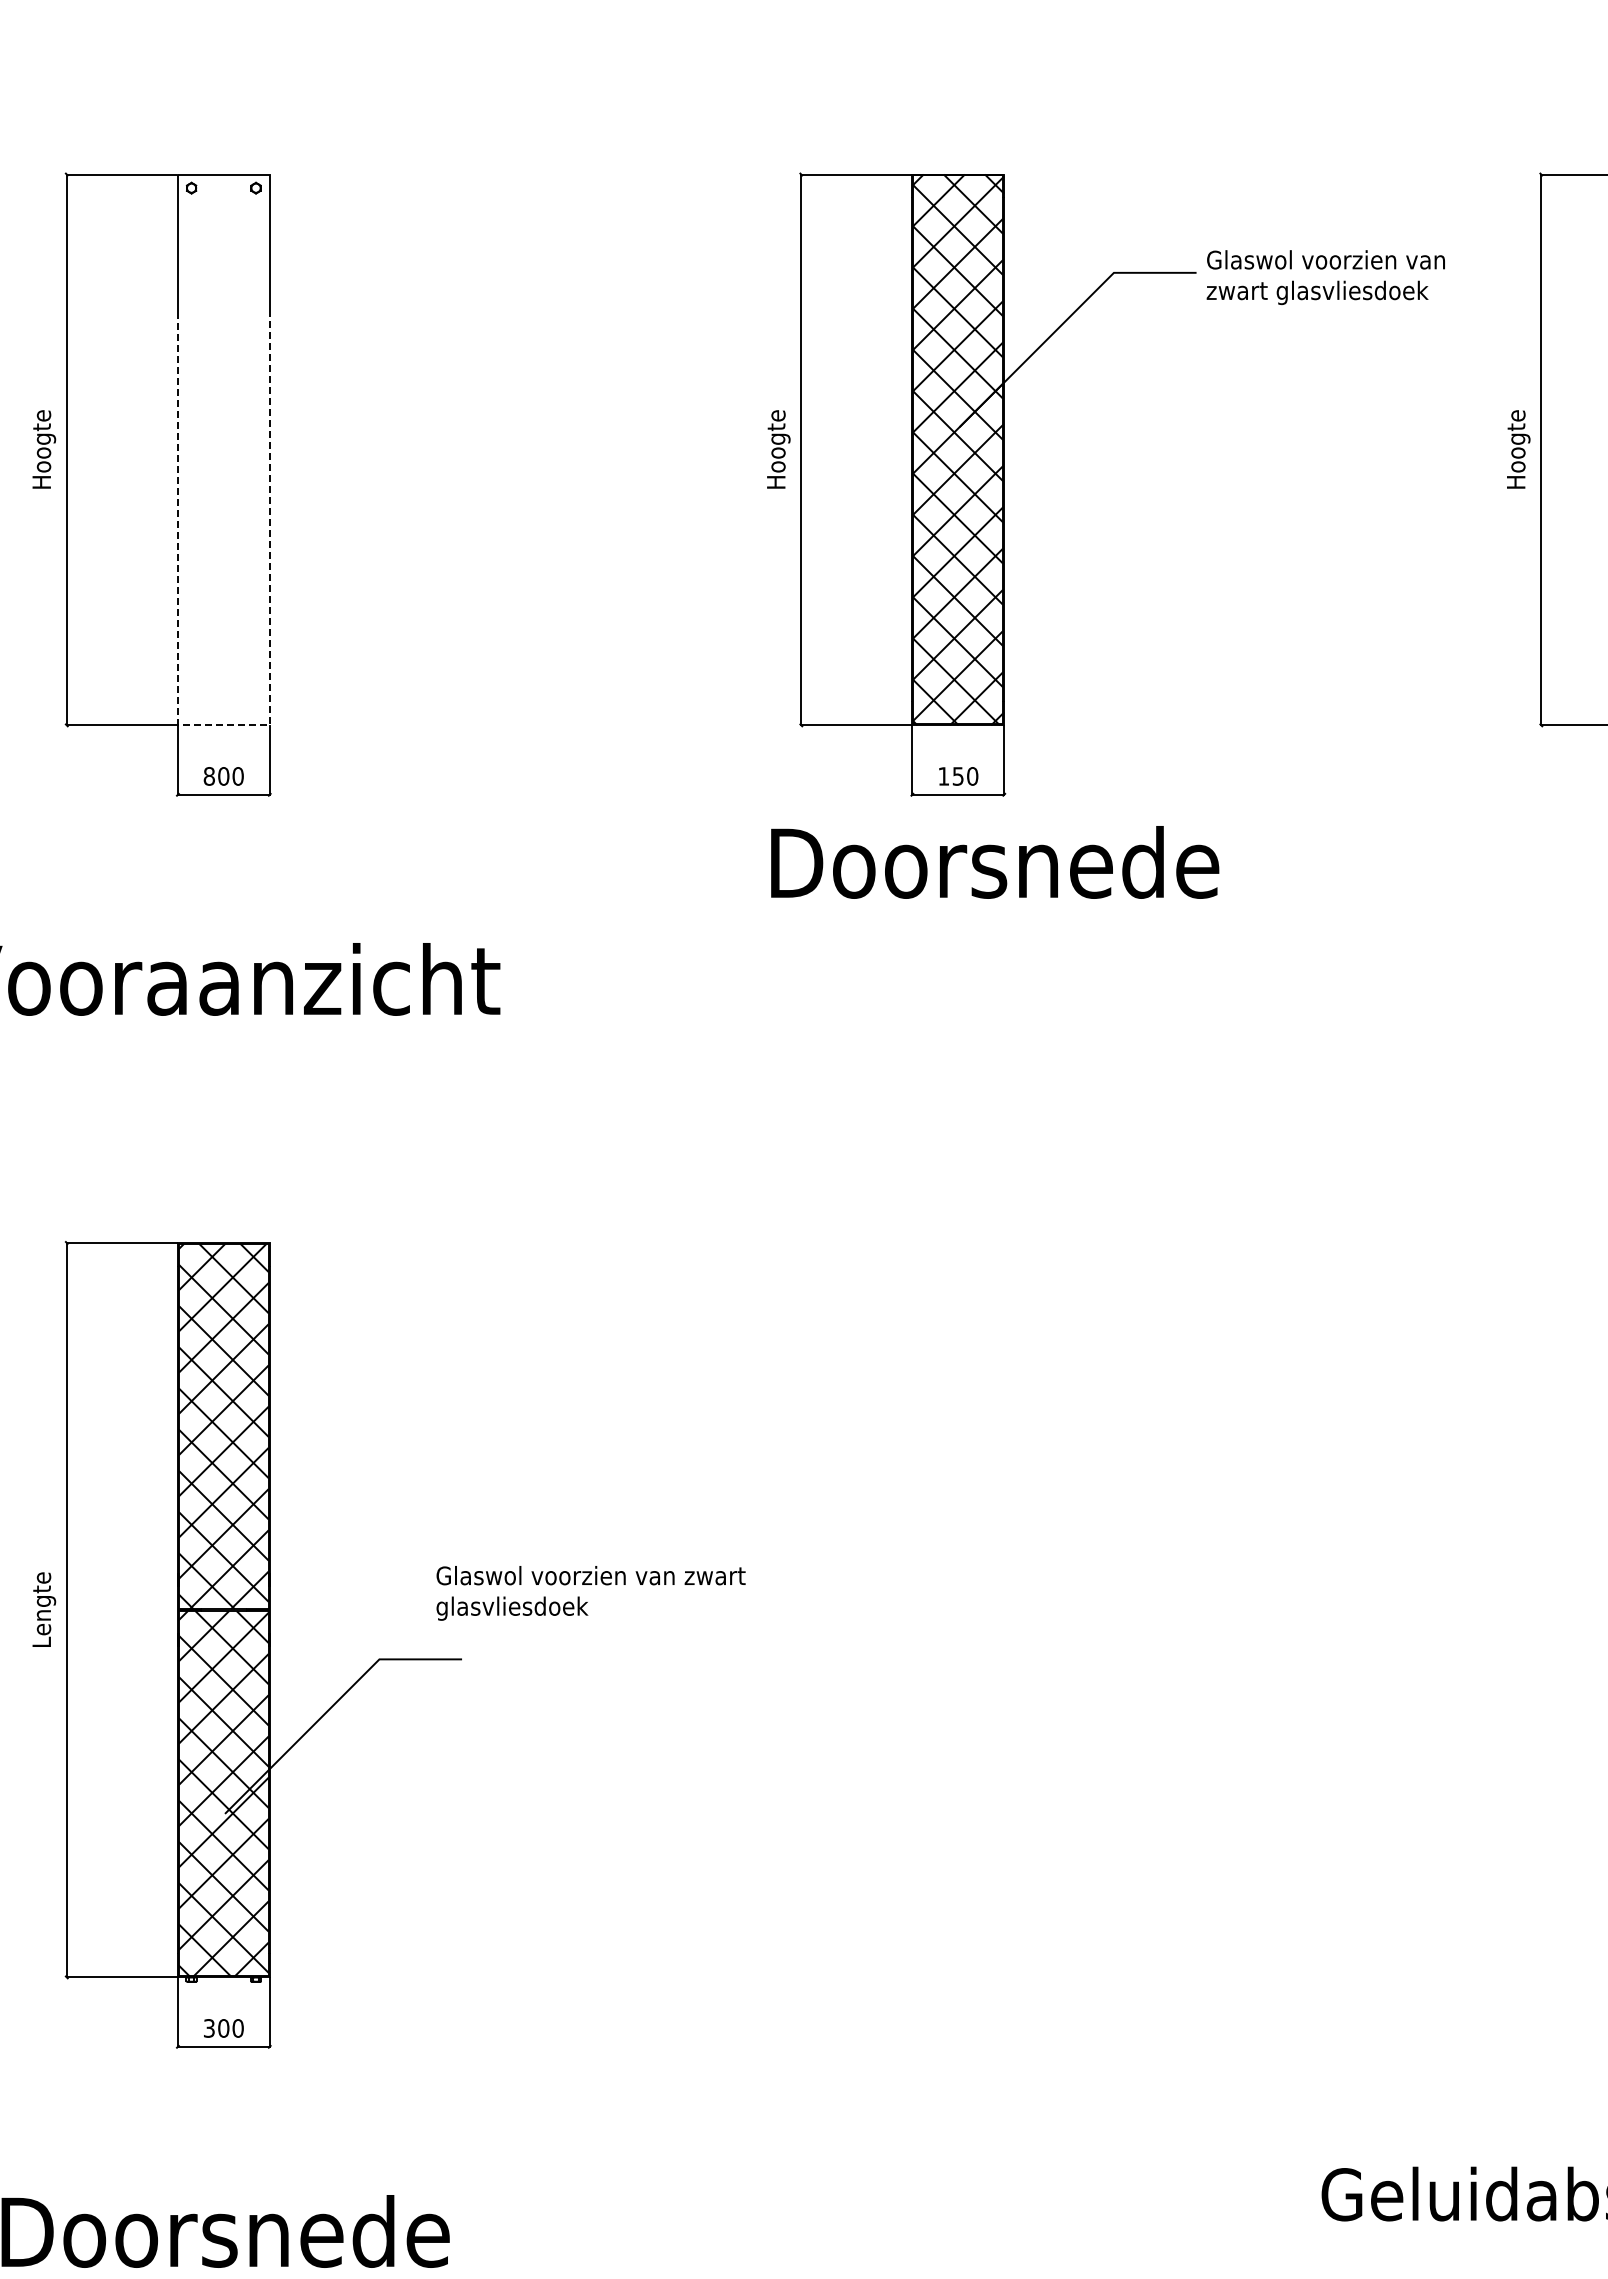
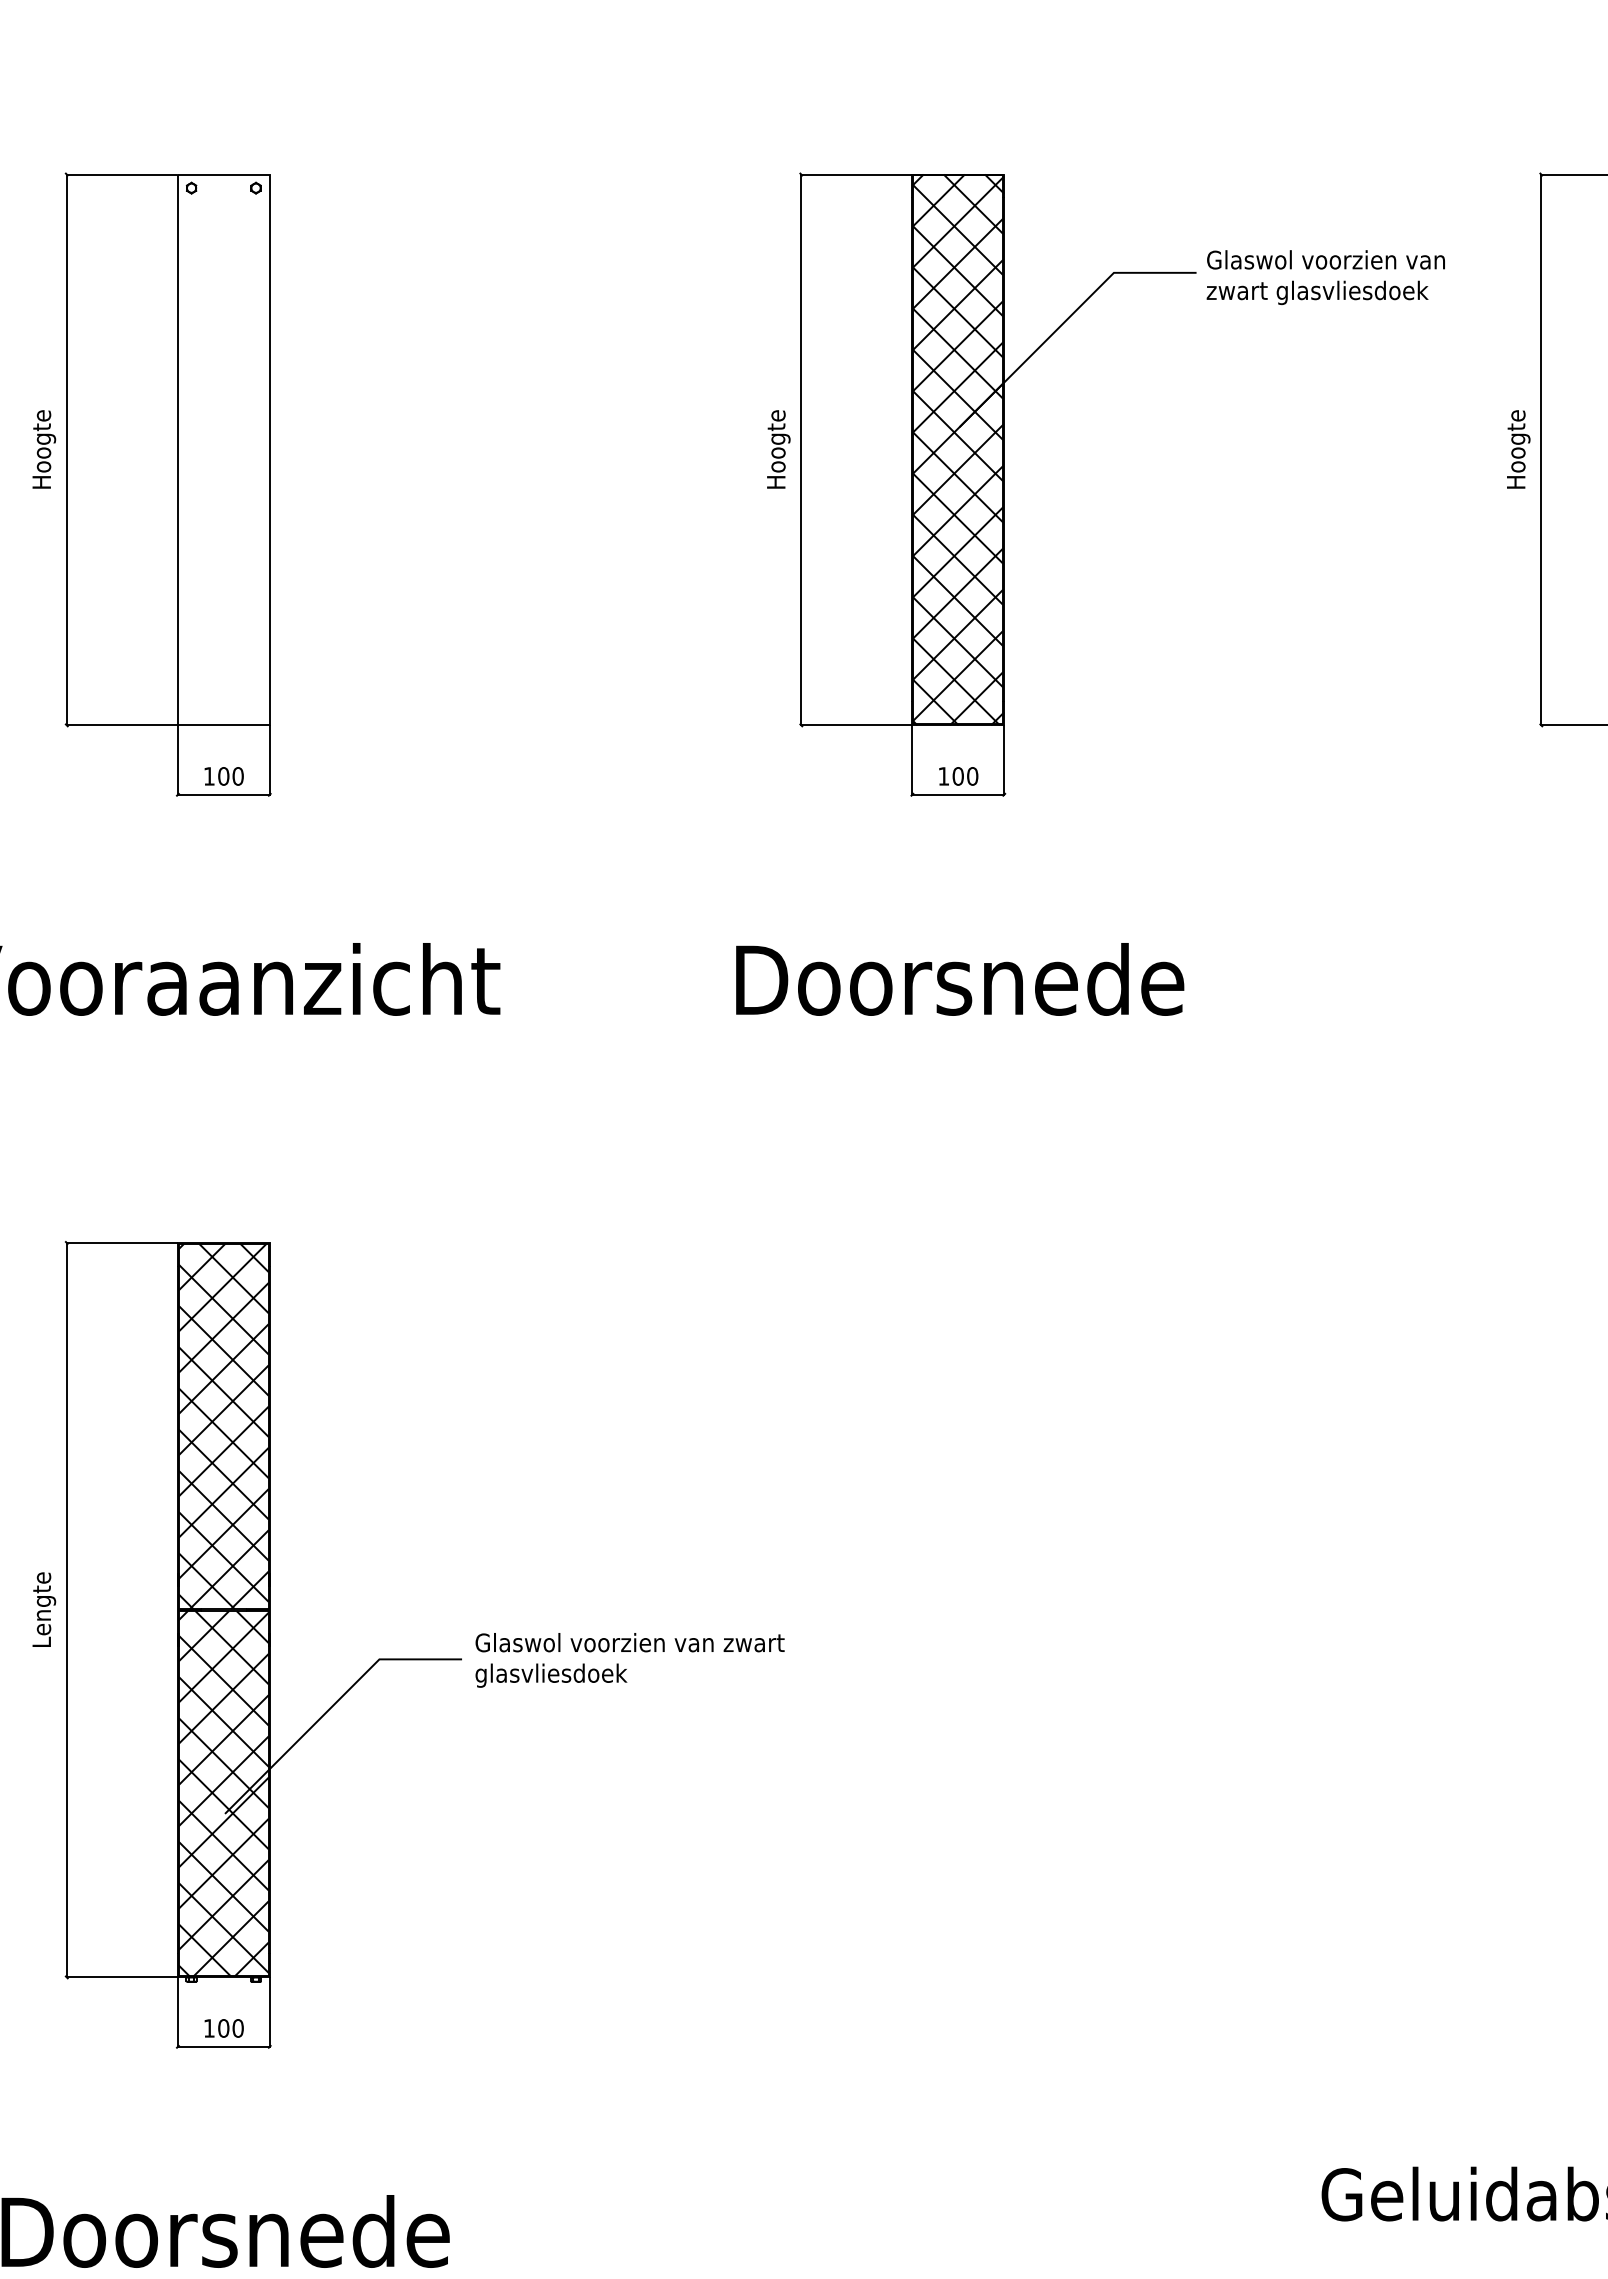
line at (223, 725): dashed -> solid
text at (208, 776): 800 -> 100
text at (957, 776): 150 -> 100
text at (995, 862) position: (995, 862) -> (960, 979)
text at (590, 1593) position: (590, 1593) -> (629, 1660)
text at (209, 2028): 300 -> 100
